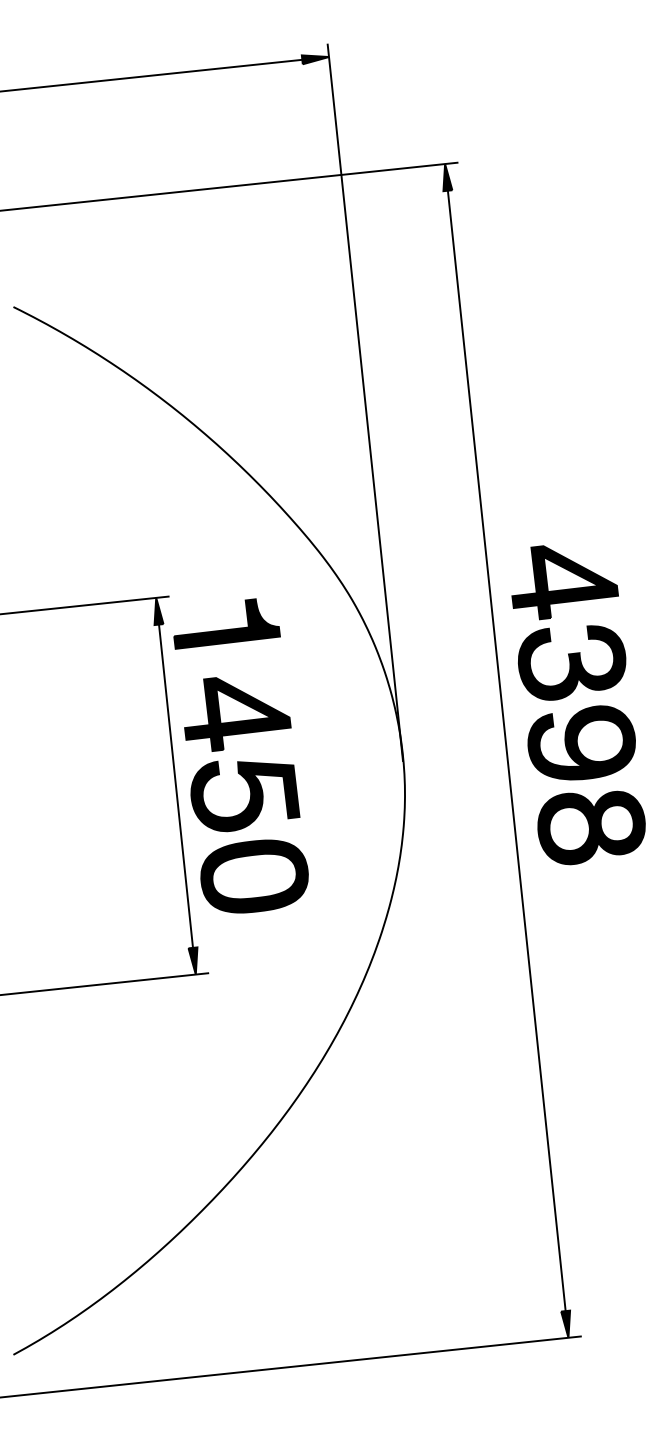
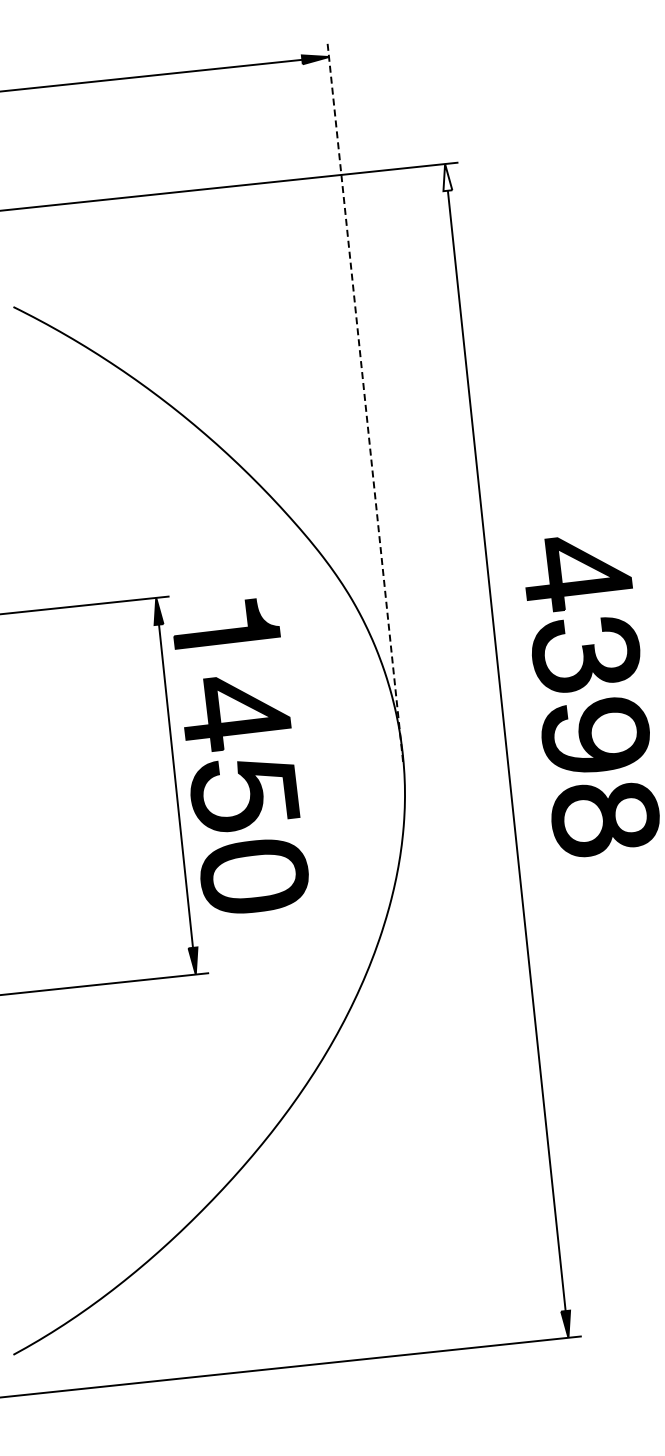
fill at (447, 177): present -> none
line at (365, 402): solid -> dashed
part at (578, 705) position: (578, 705) -> (592, 697)
